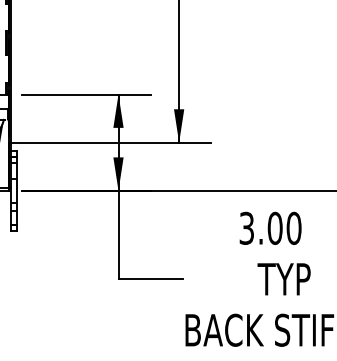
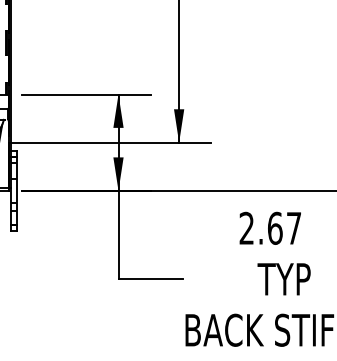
text at (270, 227): 3.00 -> 2.67
